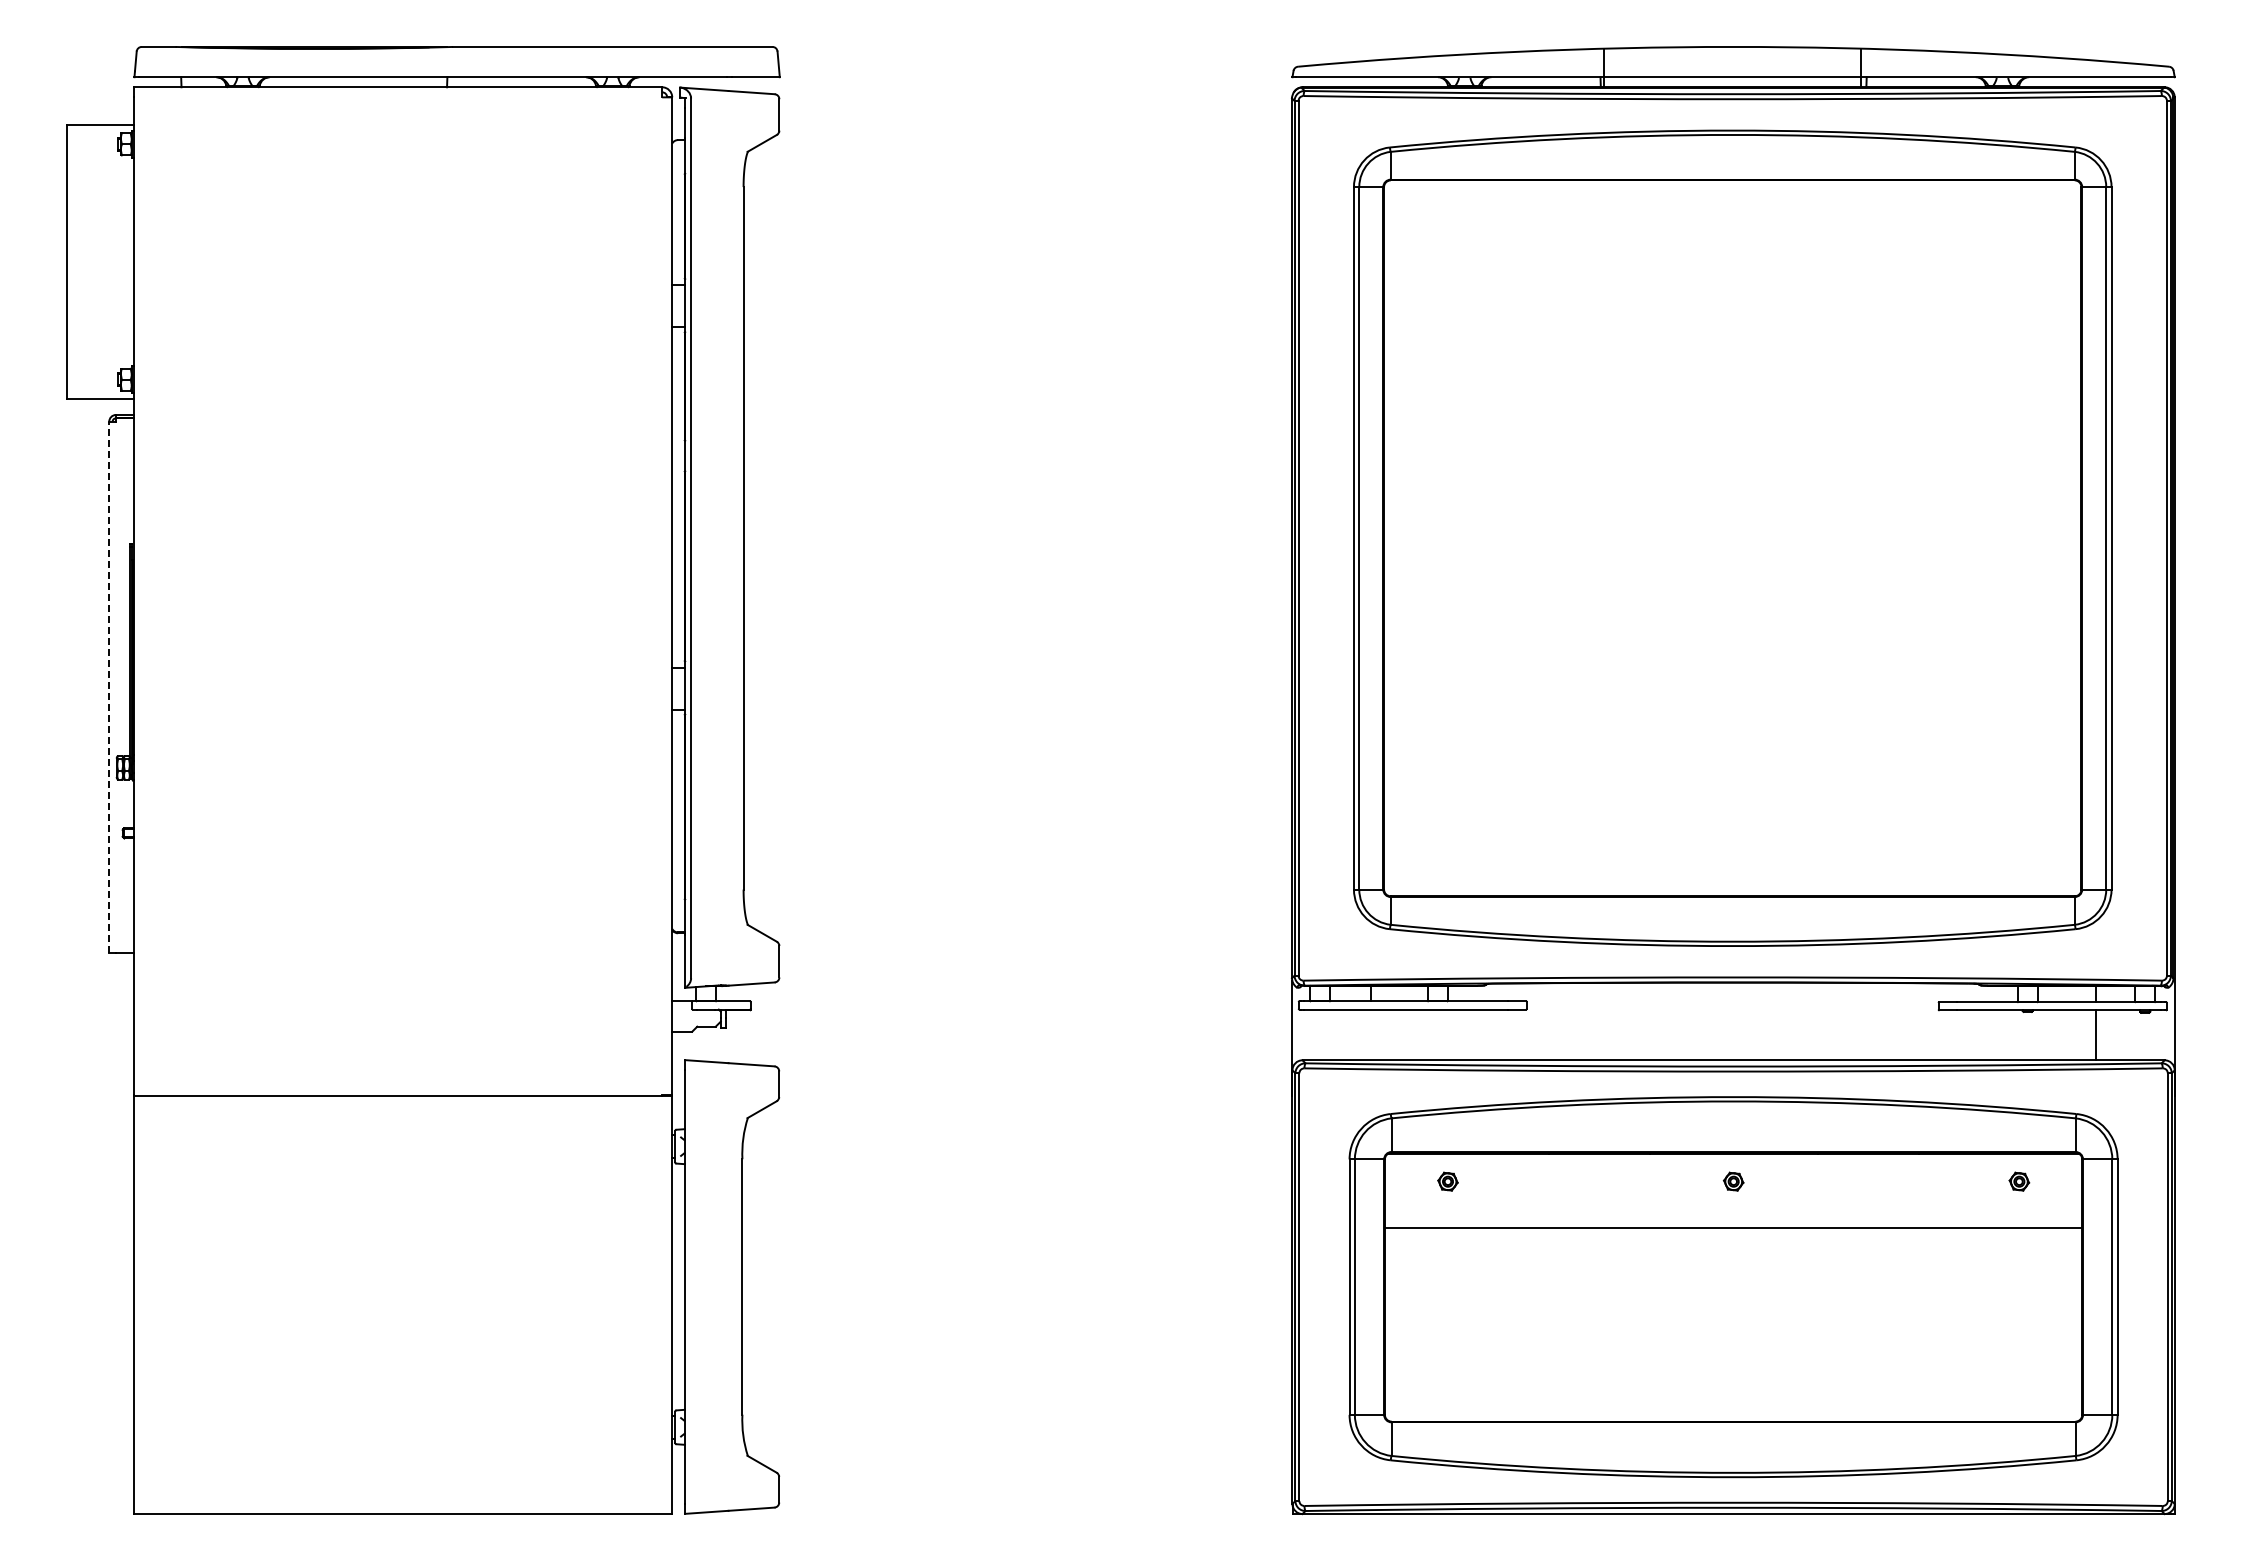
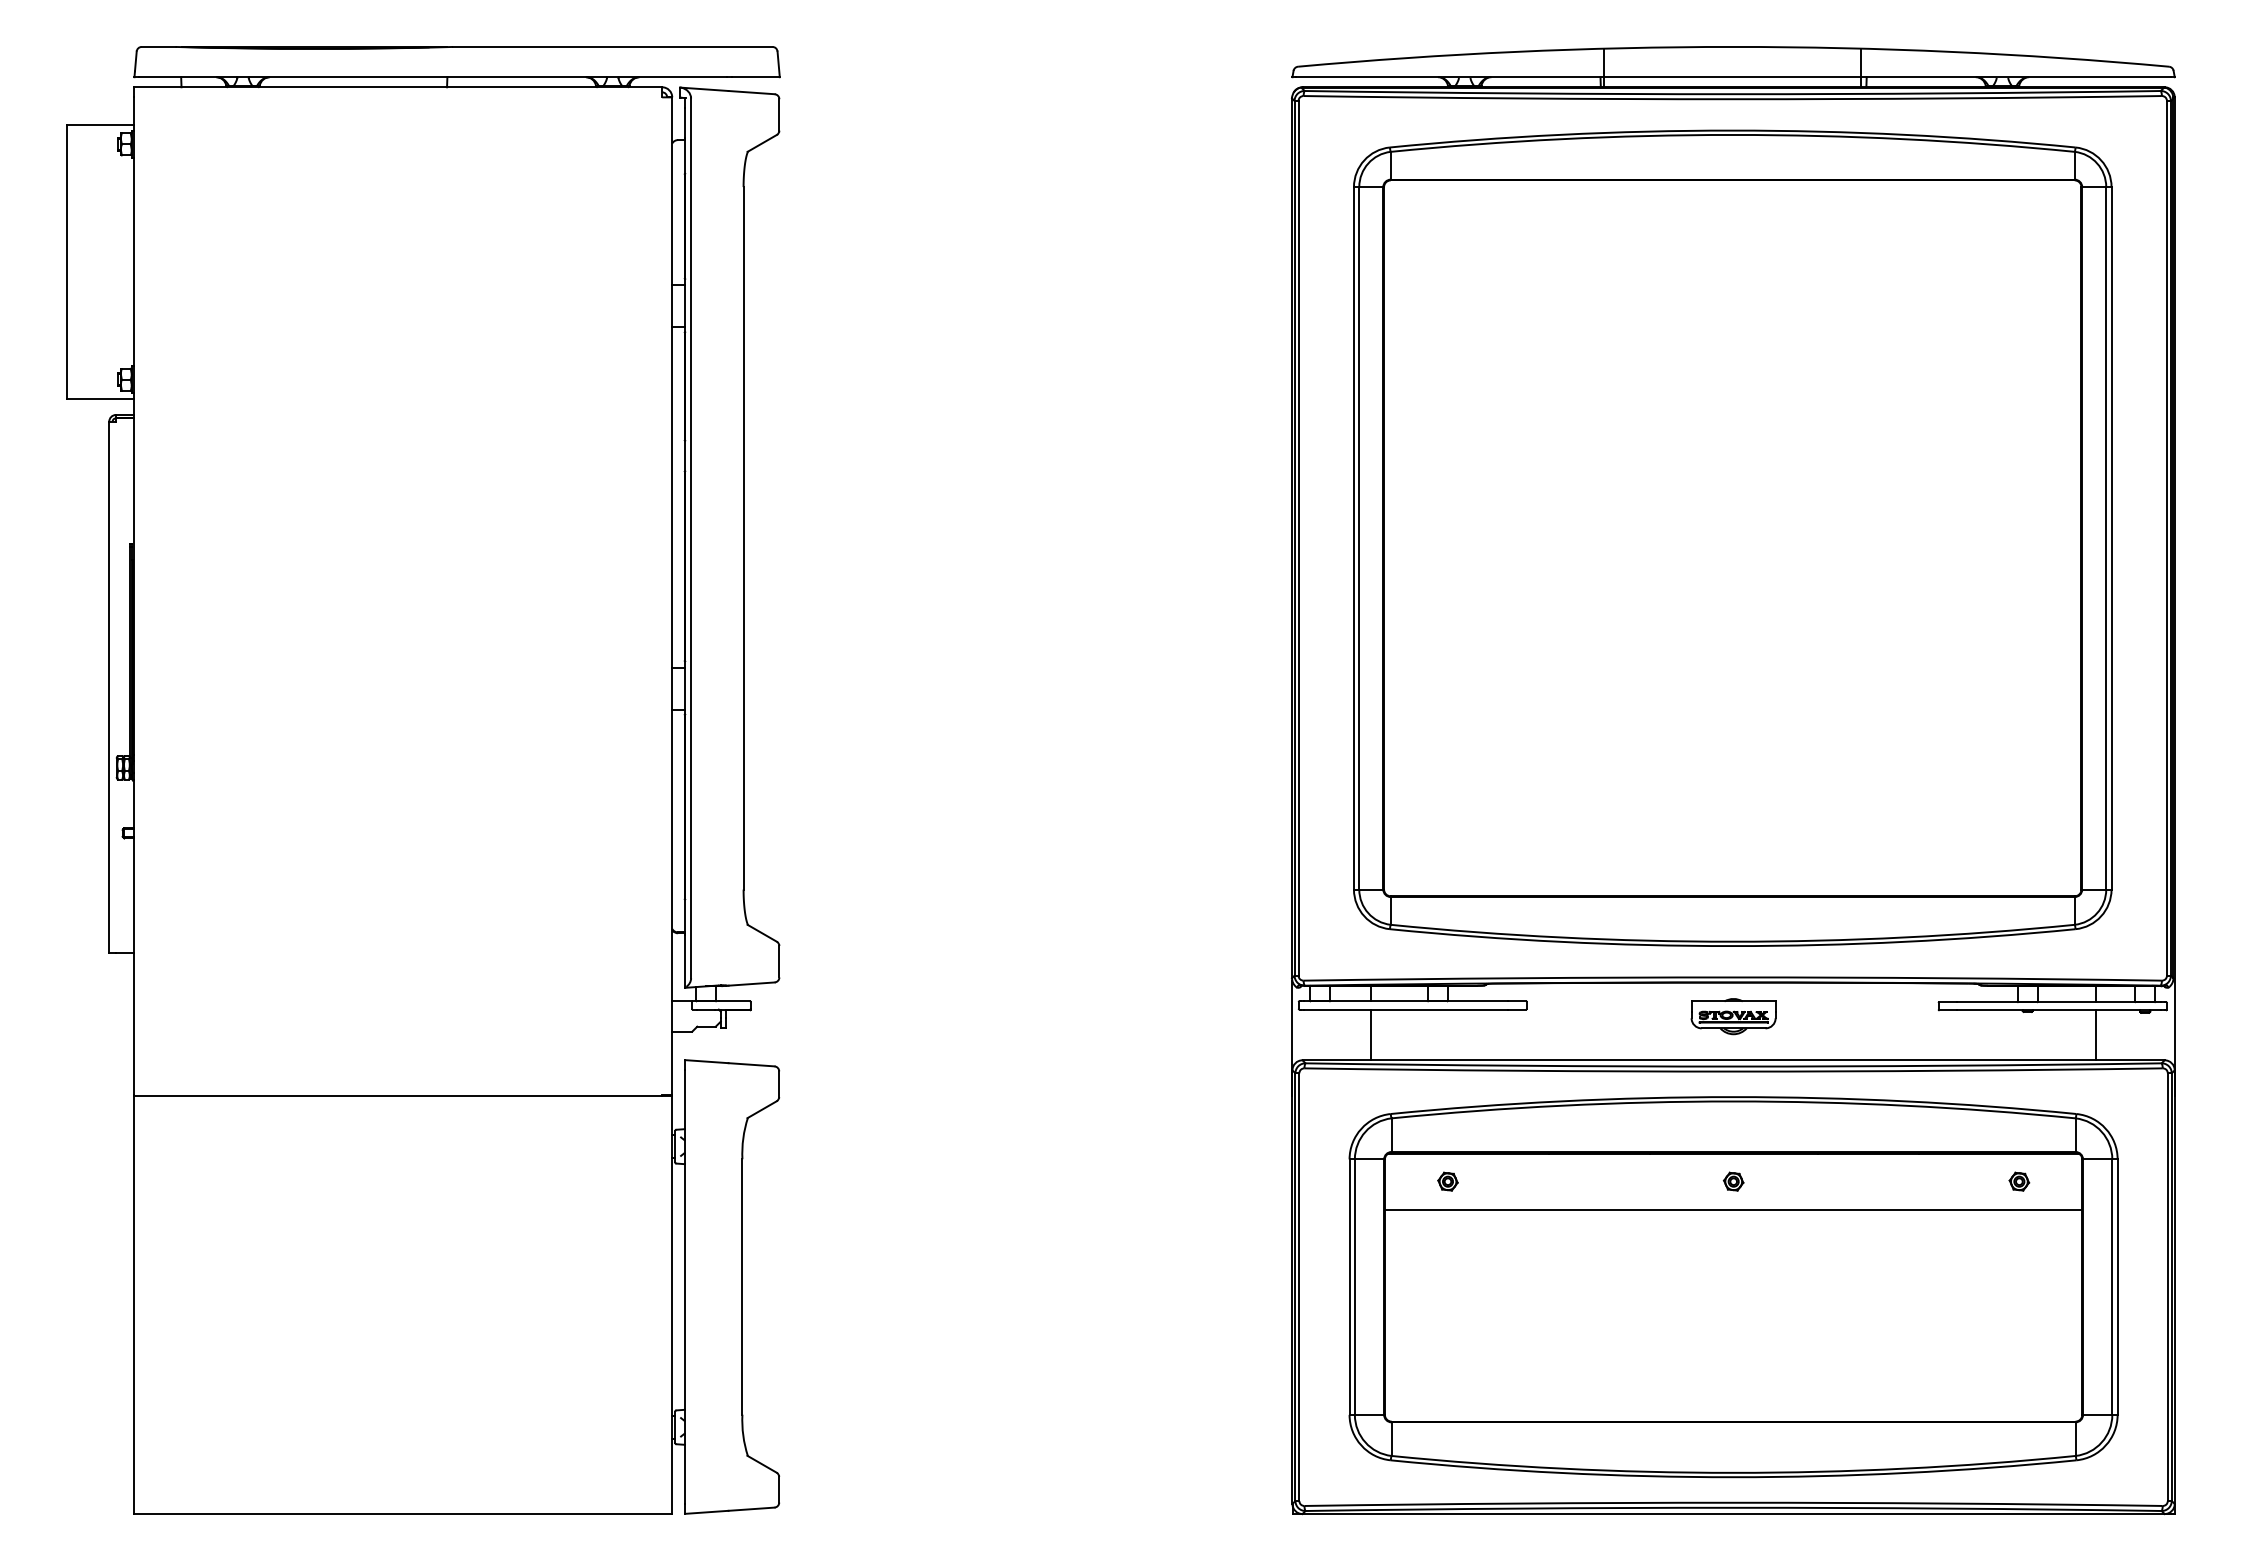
line at (109, 687): dashed -> solid
part at (1733, 1016): none -> present
line at (1371, 1034): none -> present
line at (1733, 1227) position: (1733, 1227) -> (1733, 1209)
